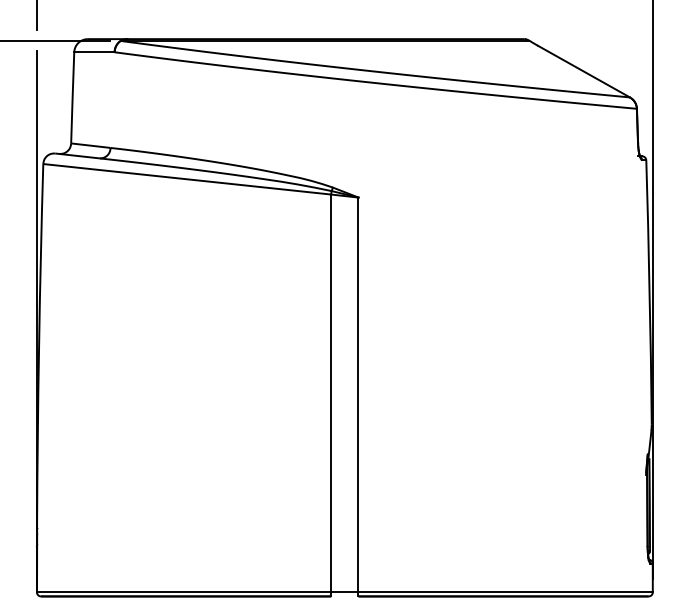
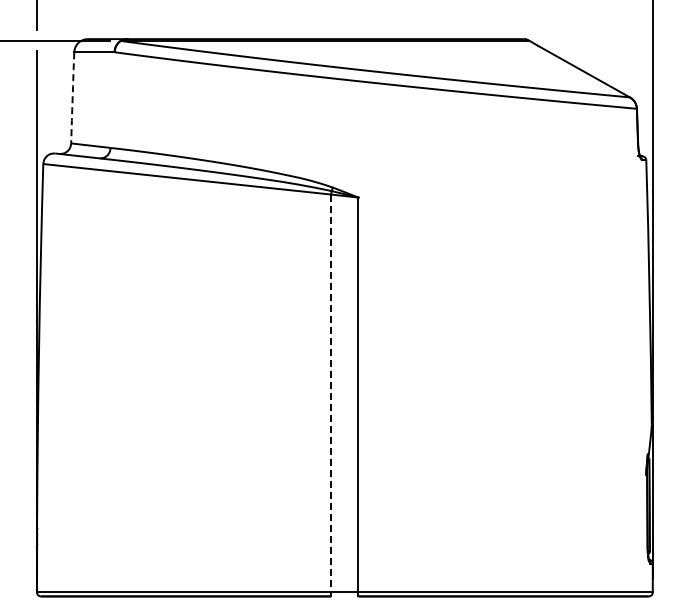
arc at (72, 97): solid -> dashed
line at (331, 393): solid -> dashed
